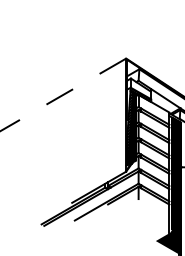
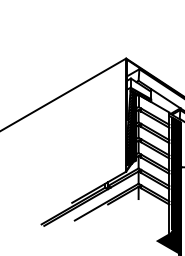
line at (63, 95): dashed -> solid
